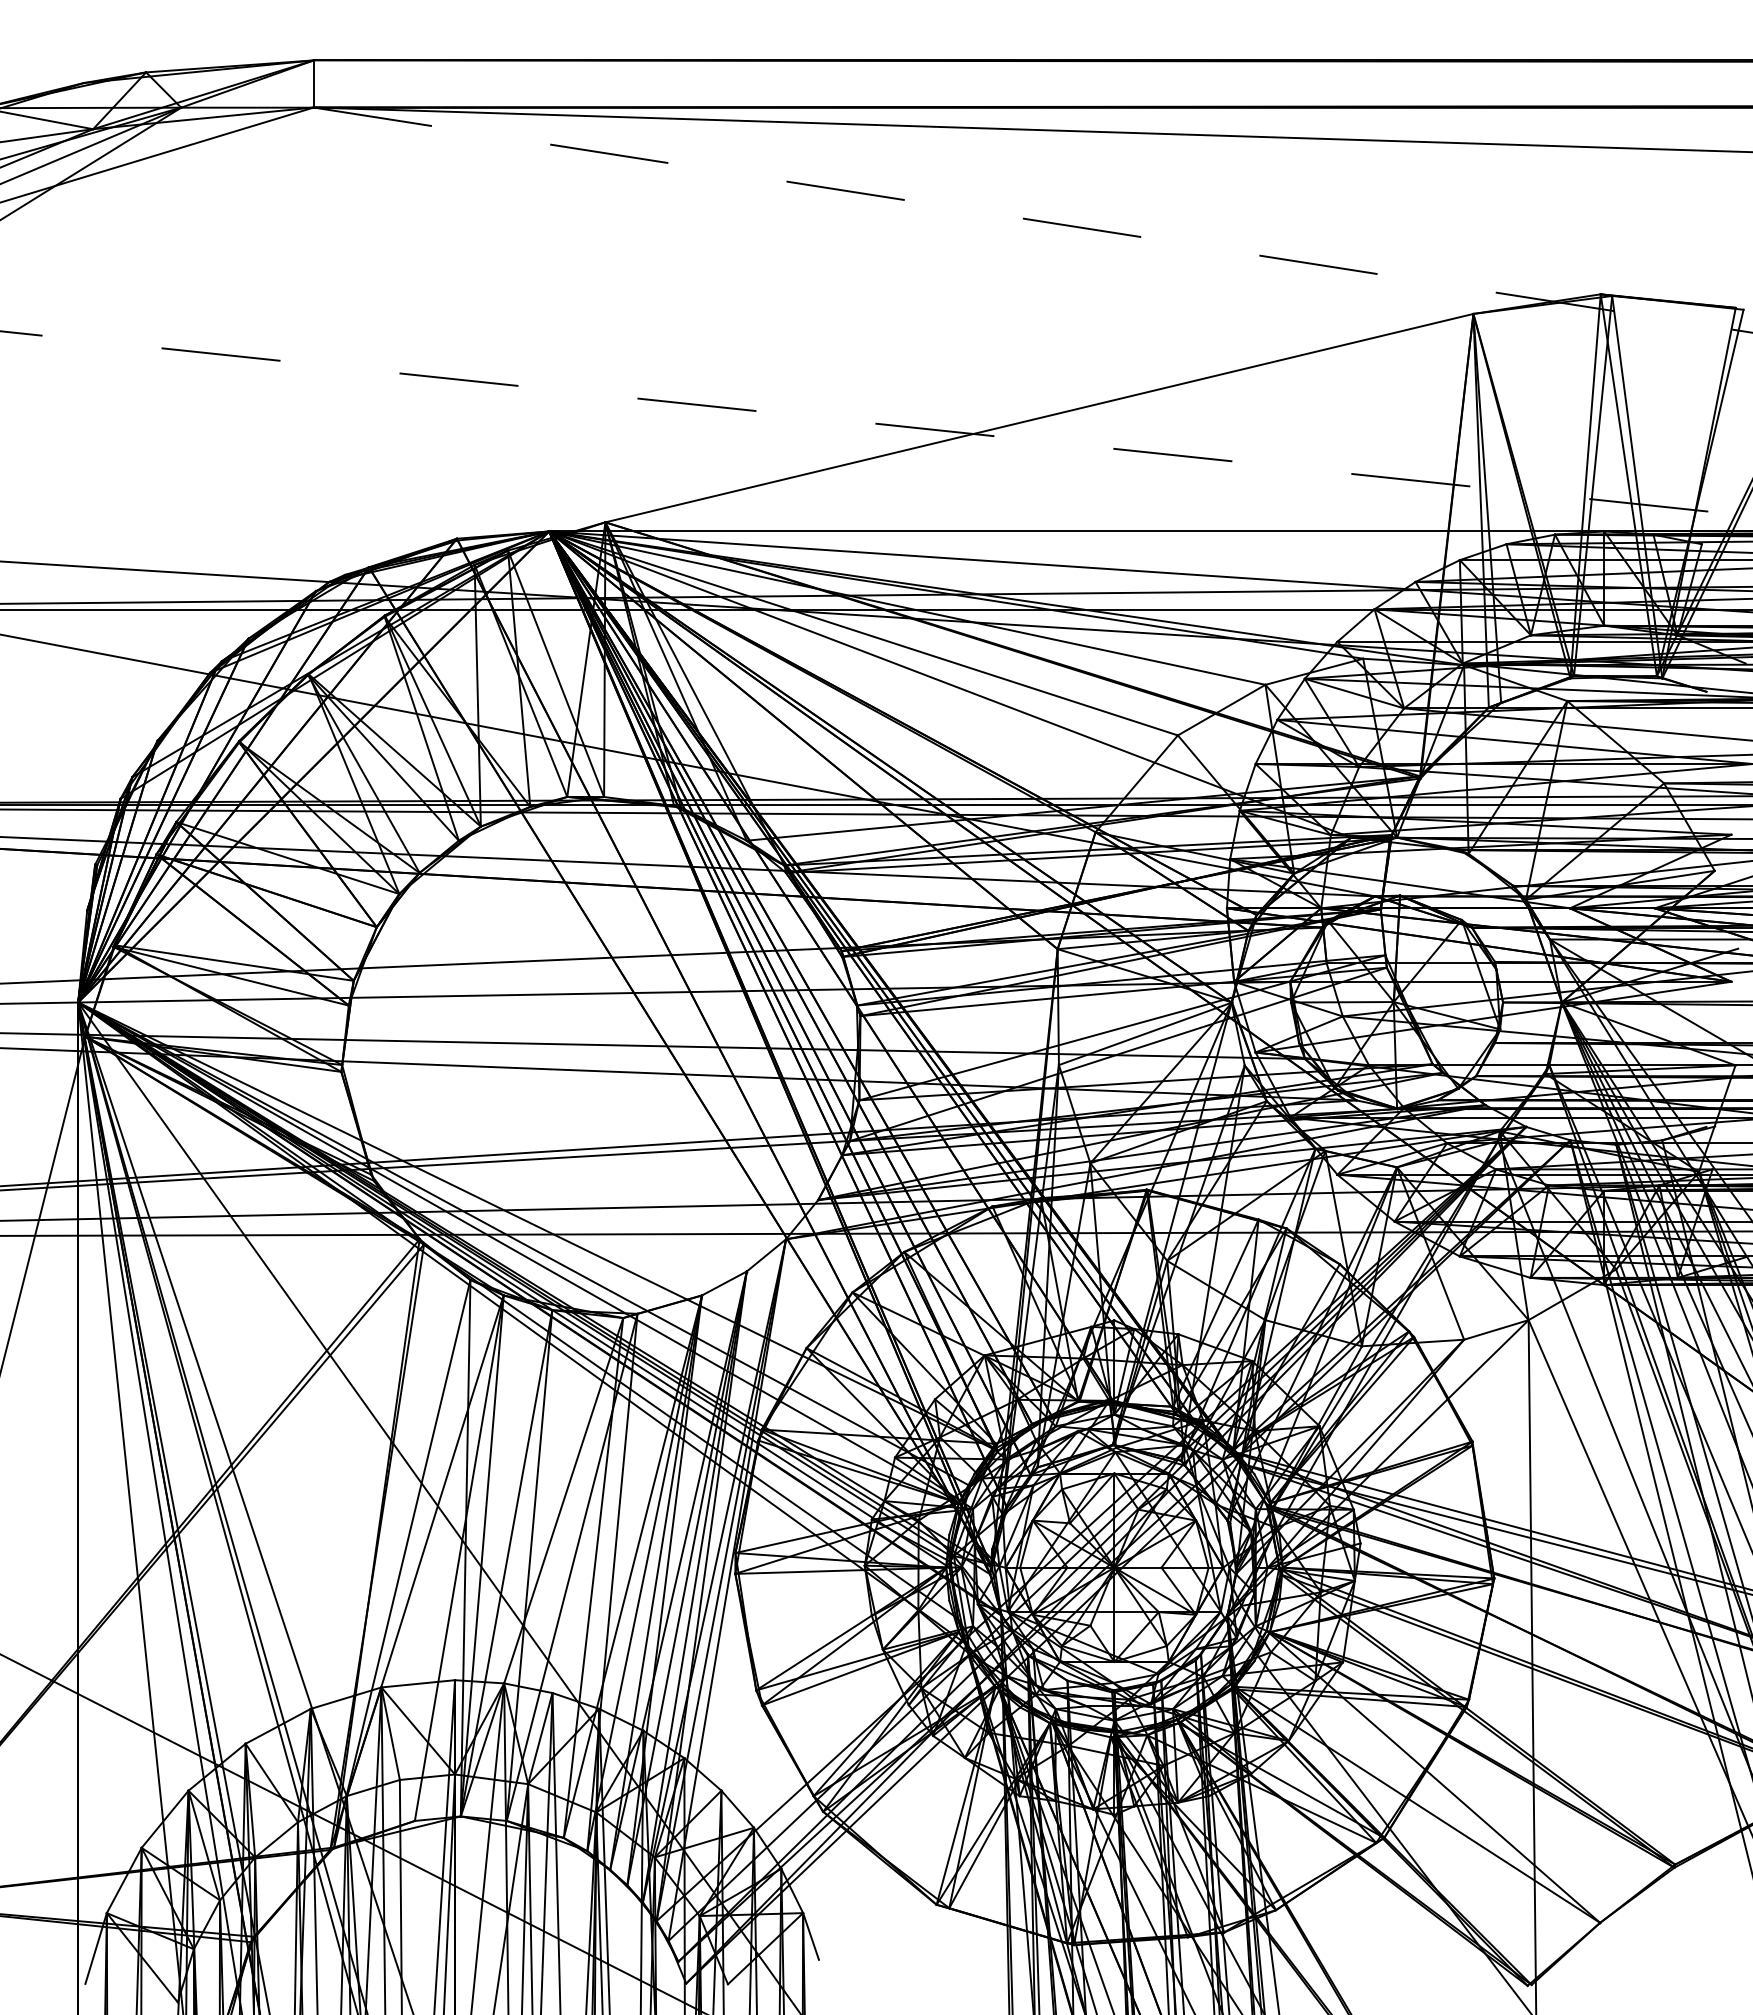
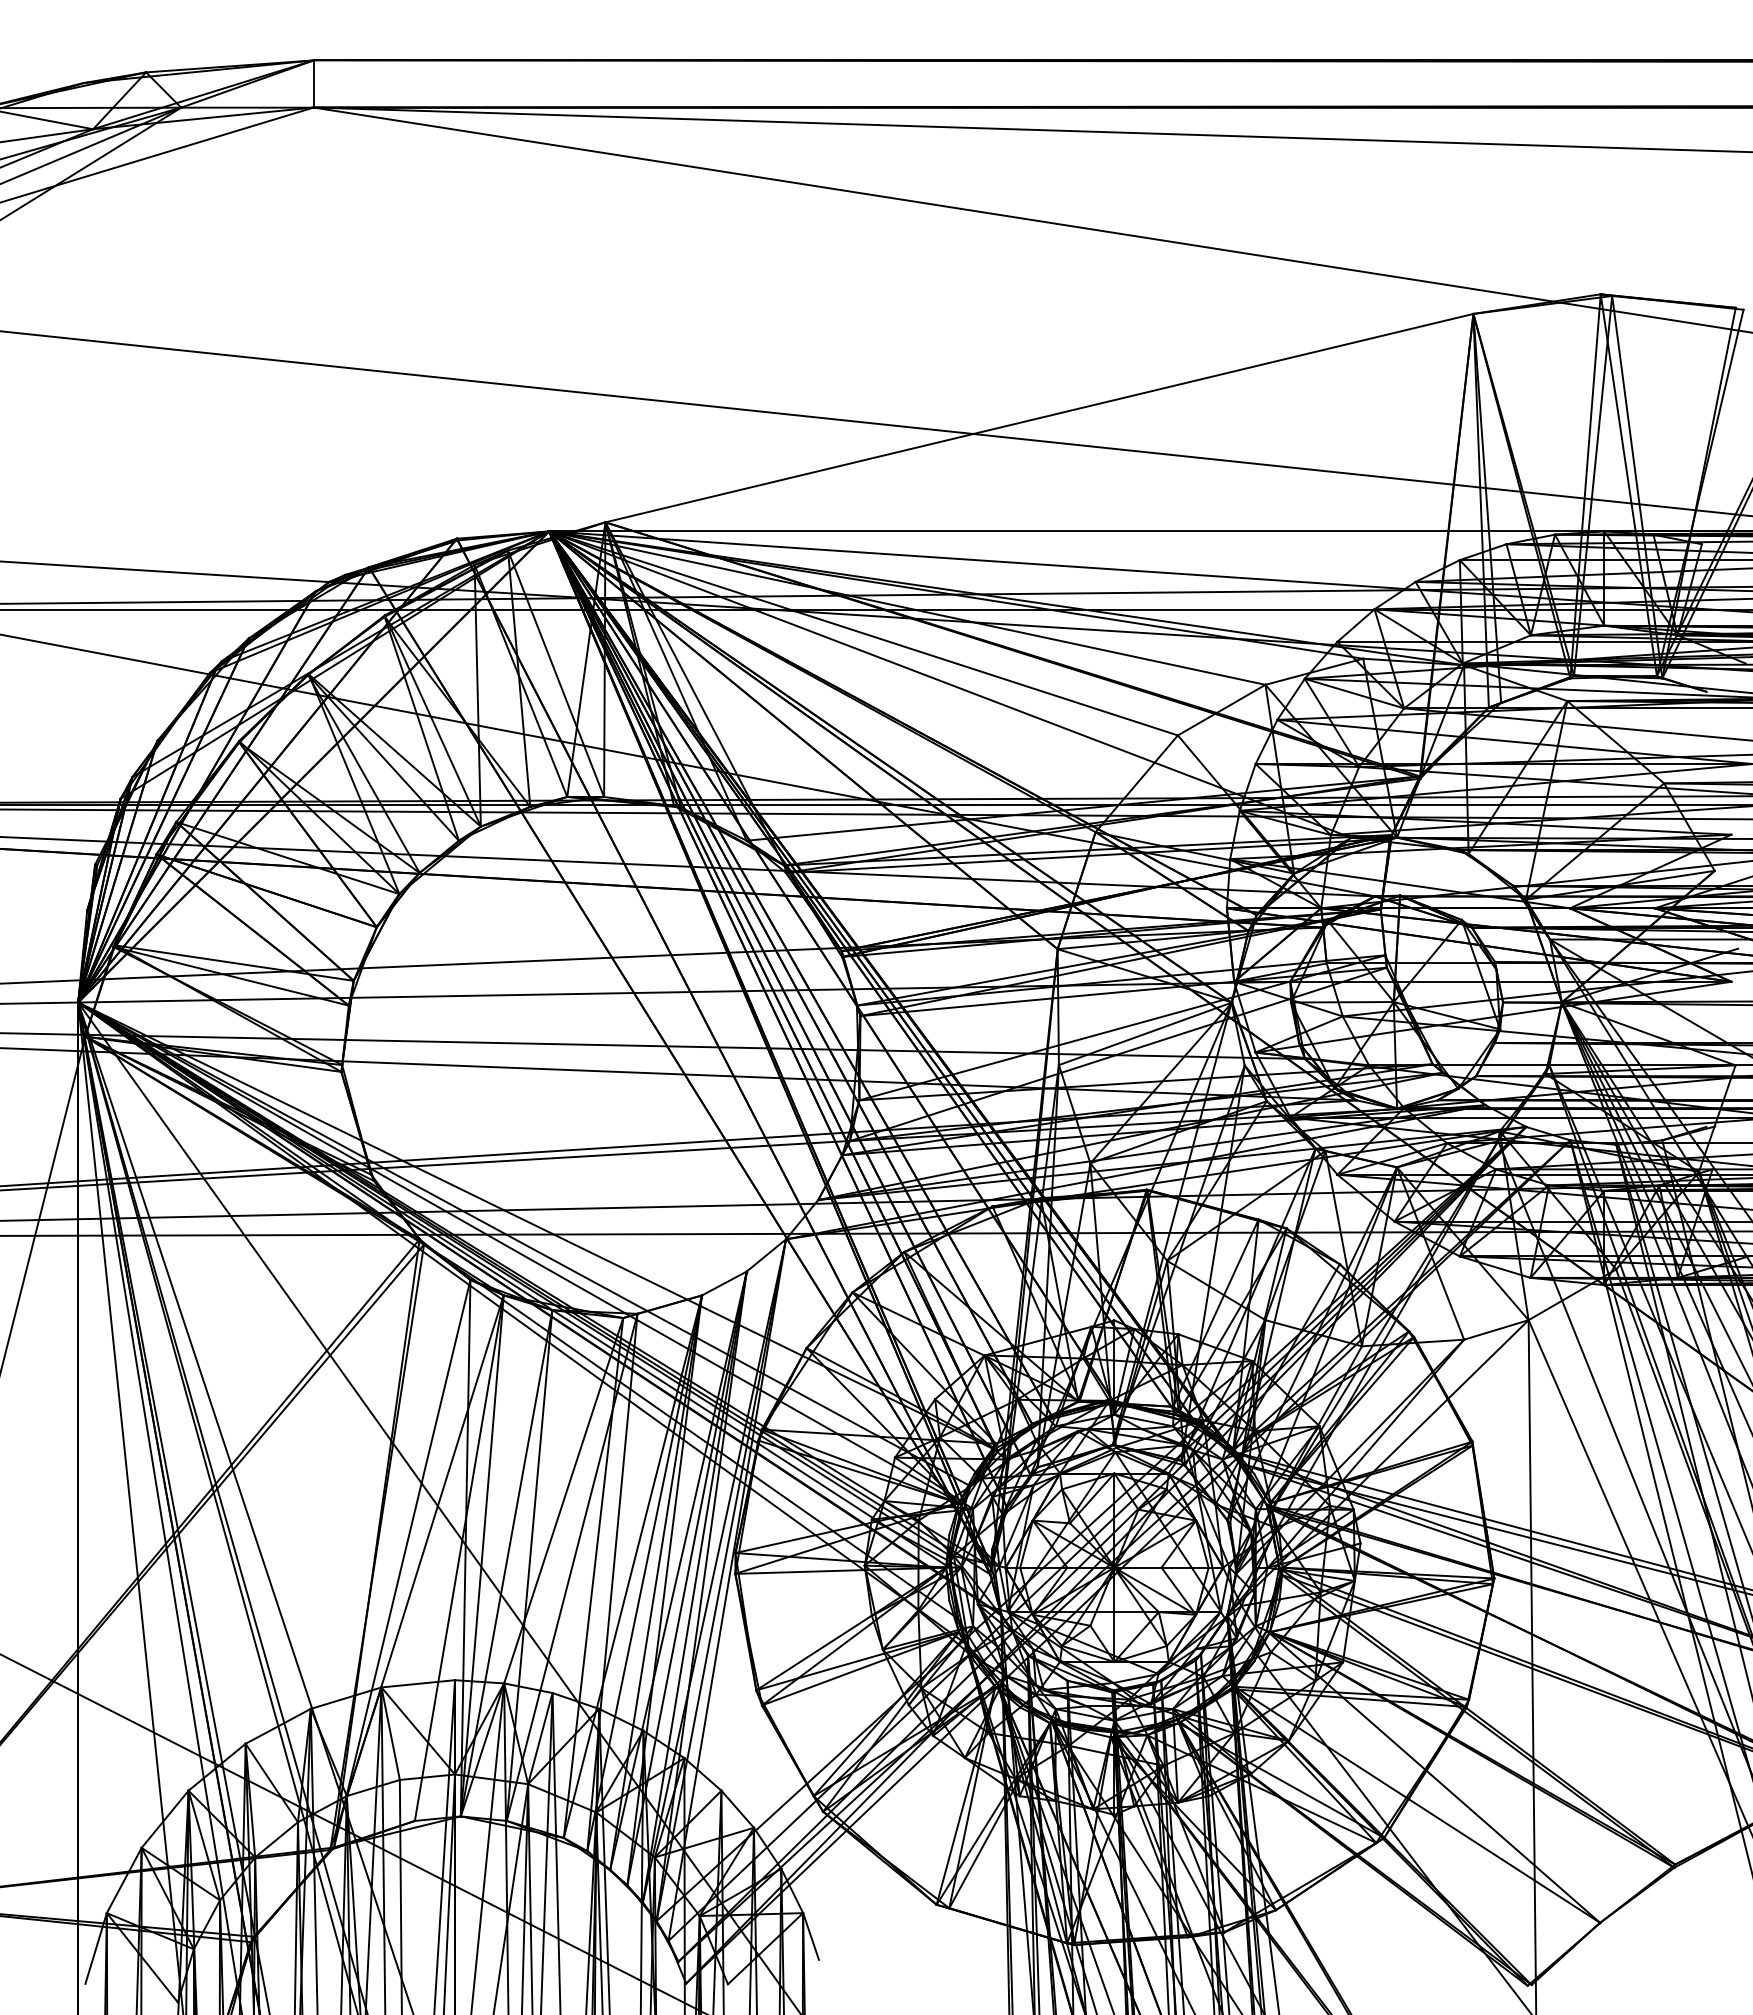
line at (1032, 220): dashed -> solid
line at (876, 423): dashed -> solid
